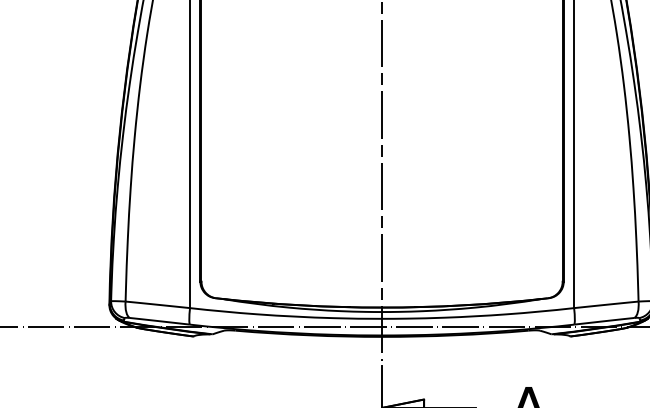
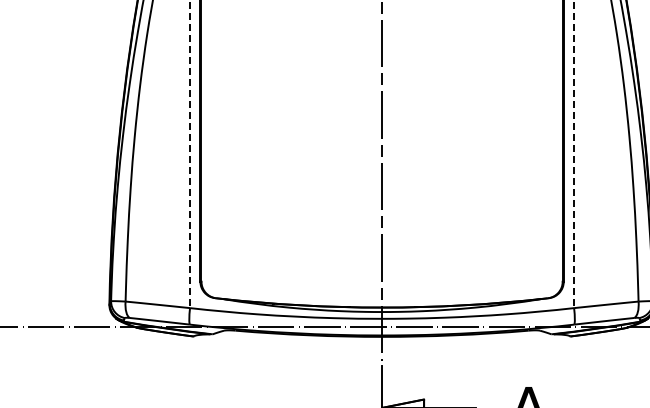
line at (190, 154): solid -> dashed
line at (574, 154): solid -> dashed
